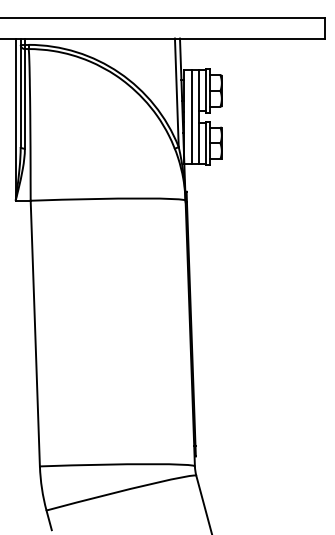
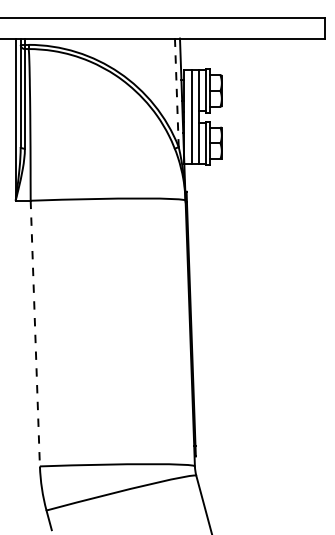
line at (176, 93): solid -> dashed
line at (35, 333): solid -> dashed
